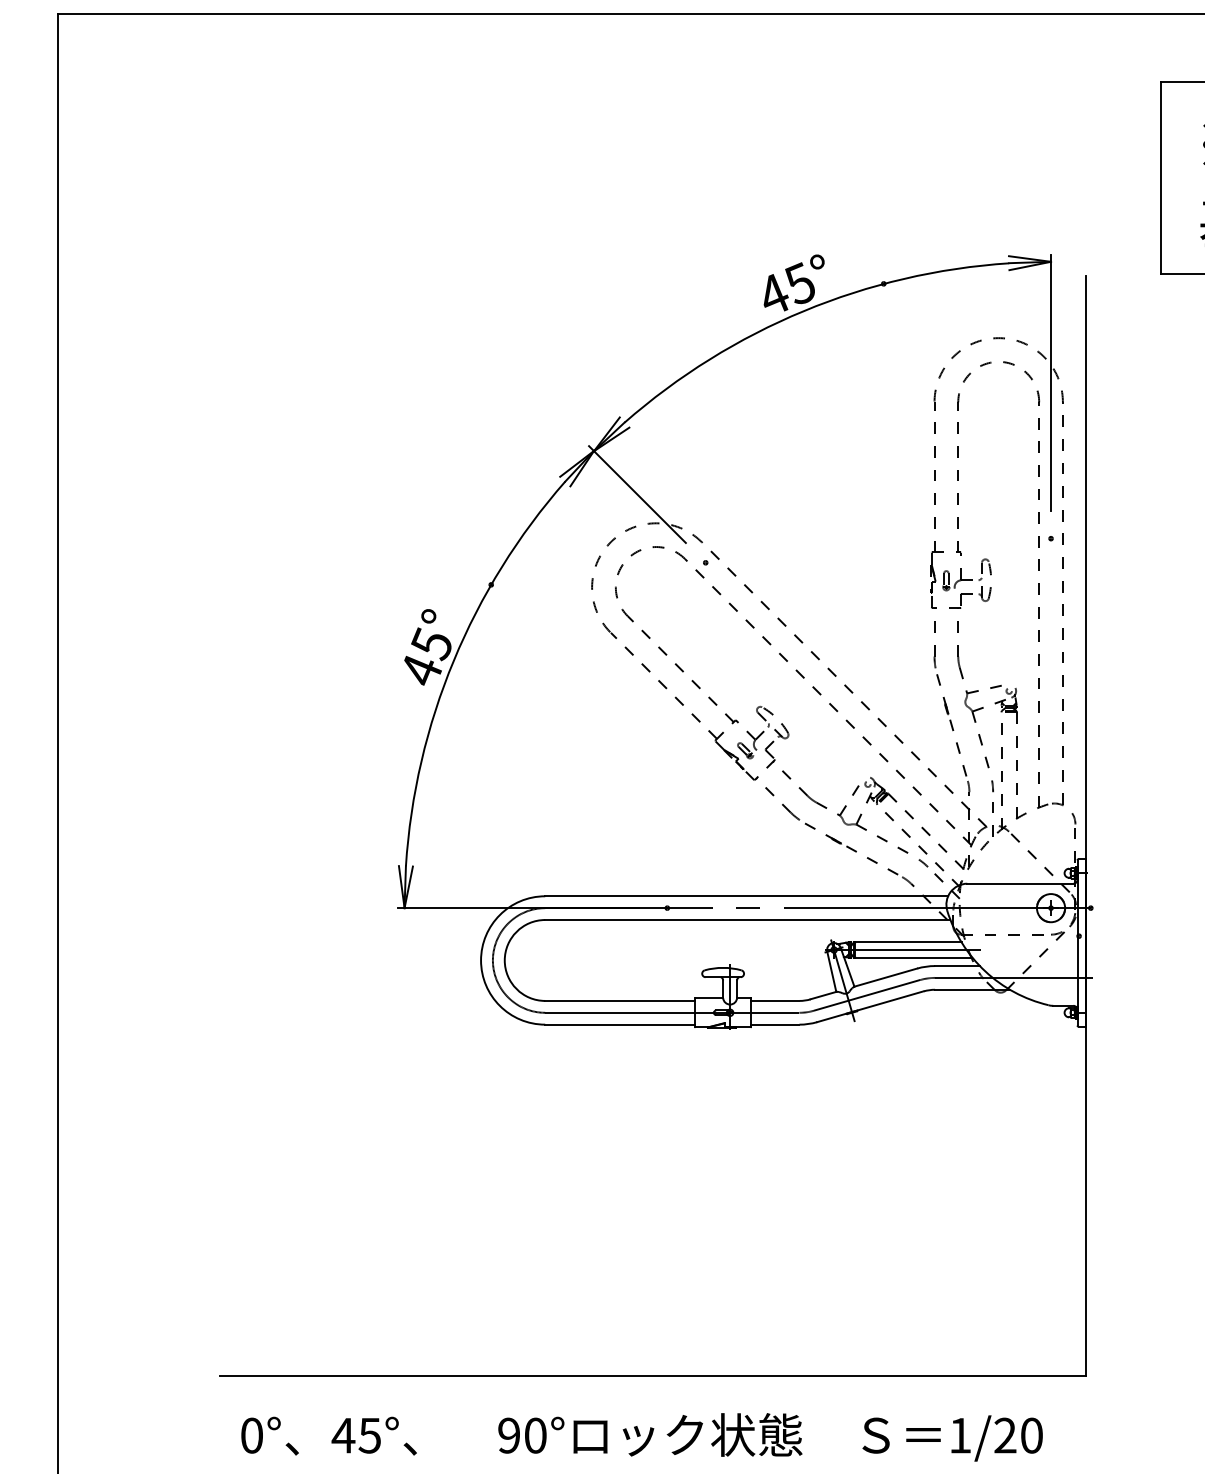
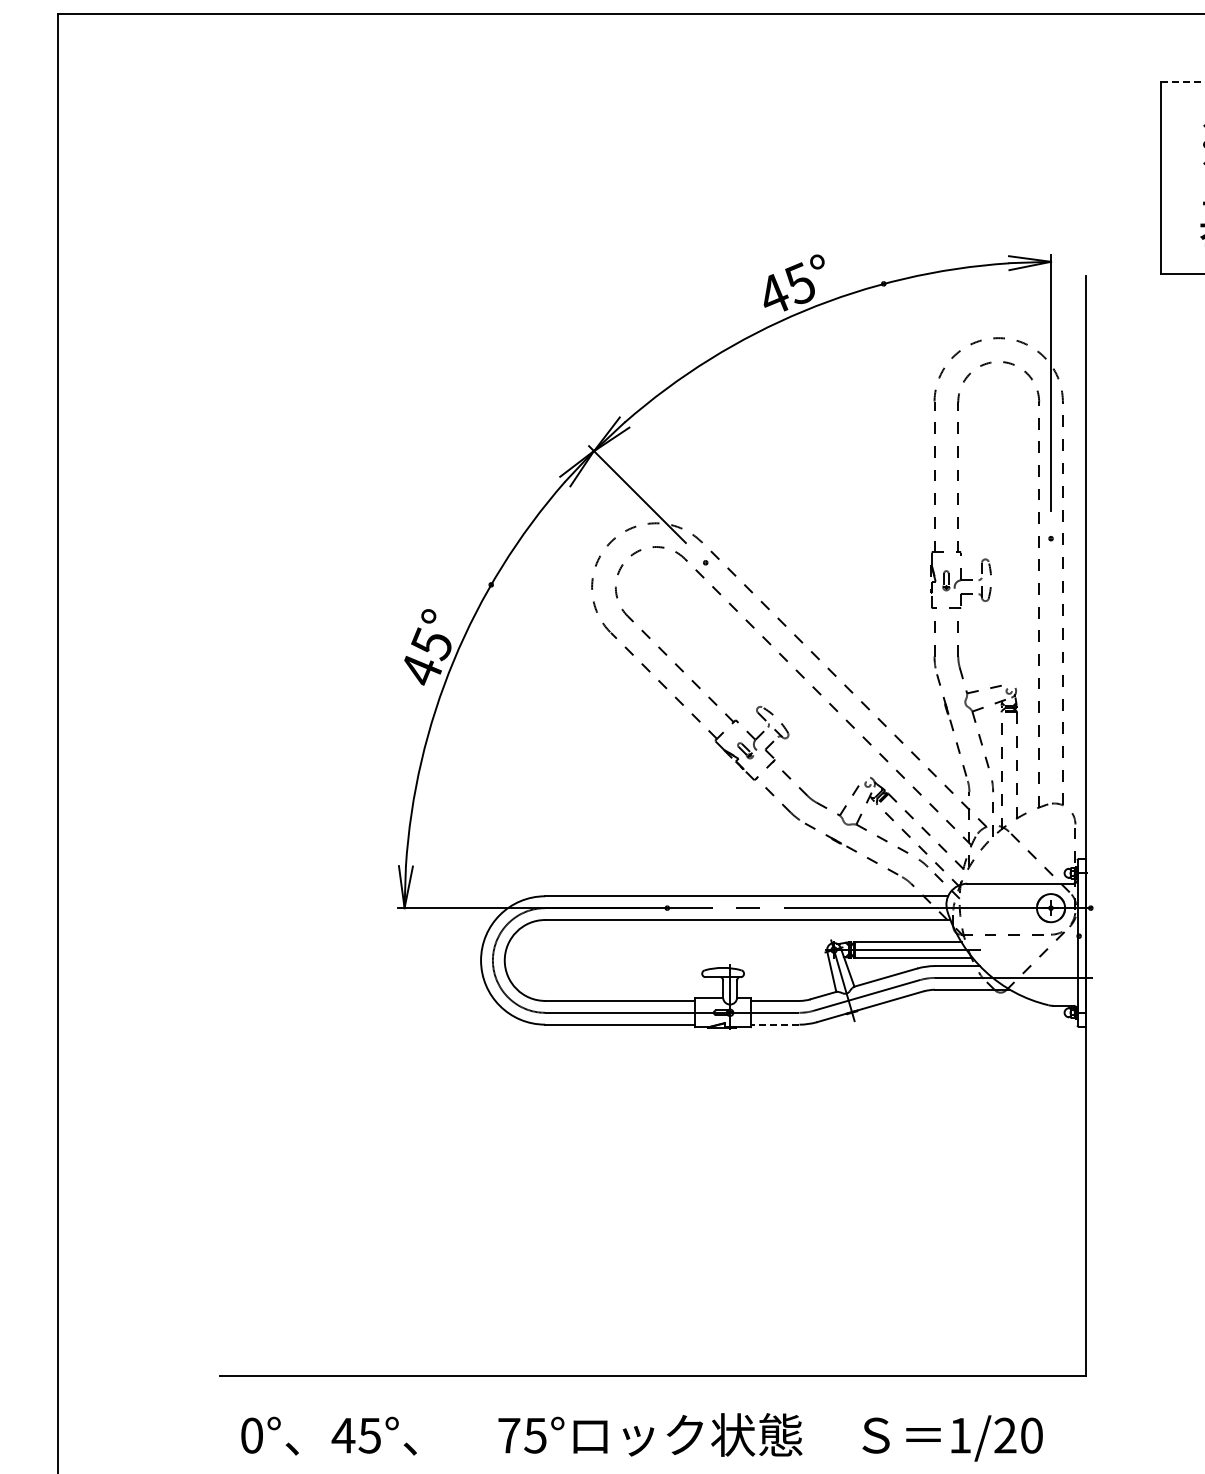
line at (1182, 82): solid -> dashed
line at (774, 1024): solid -> dashed
text at (522, 1435): 90° -> 75°
